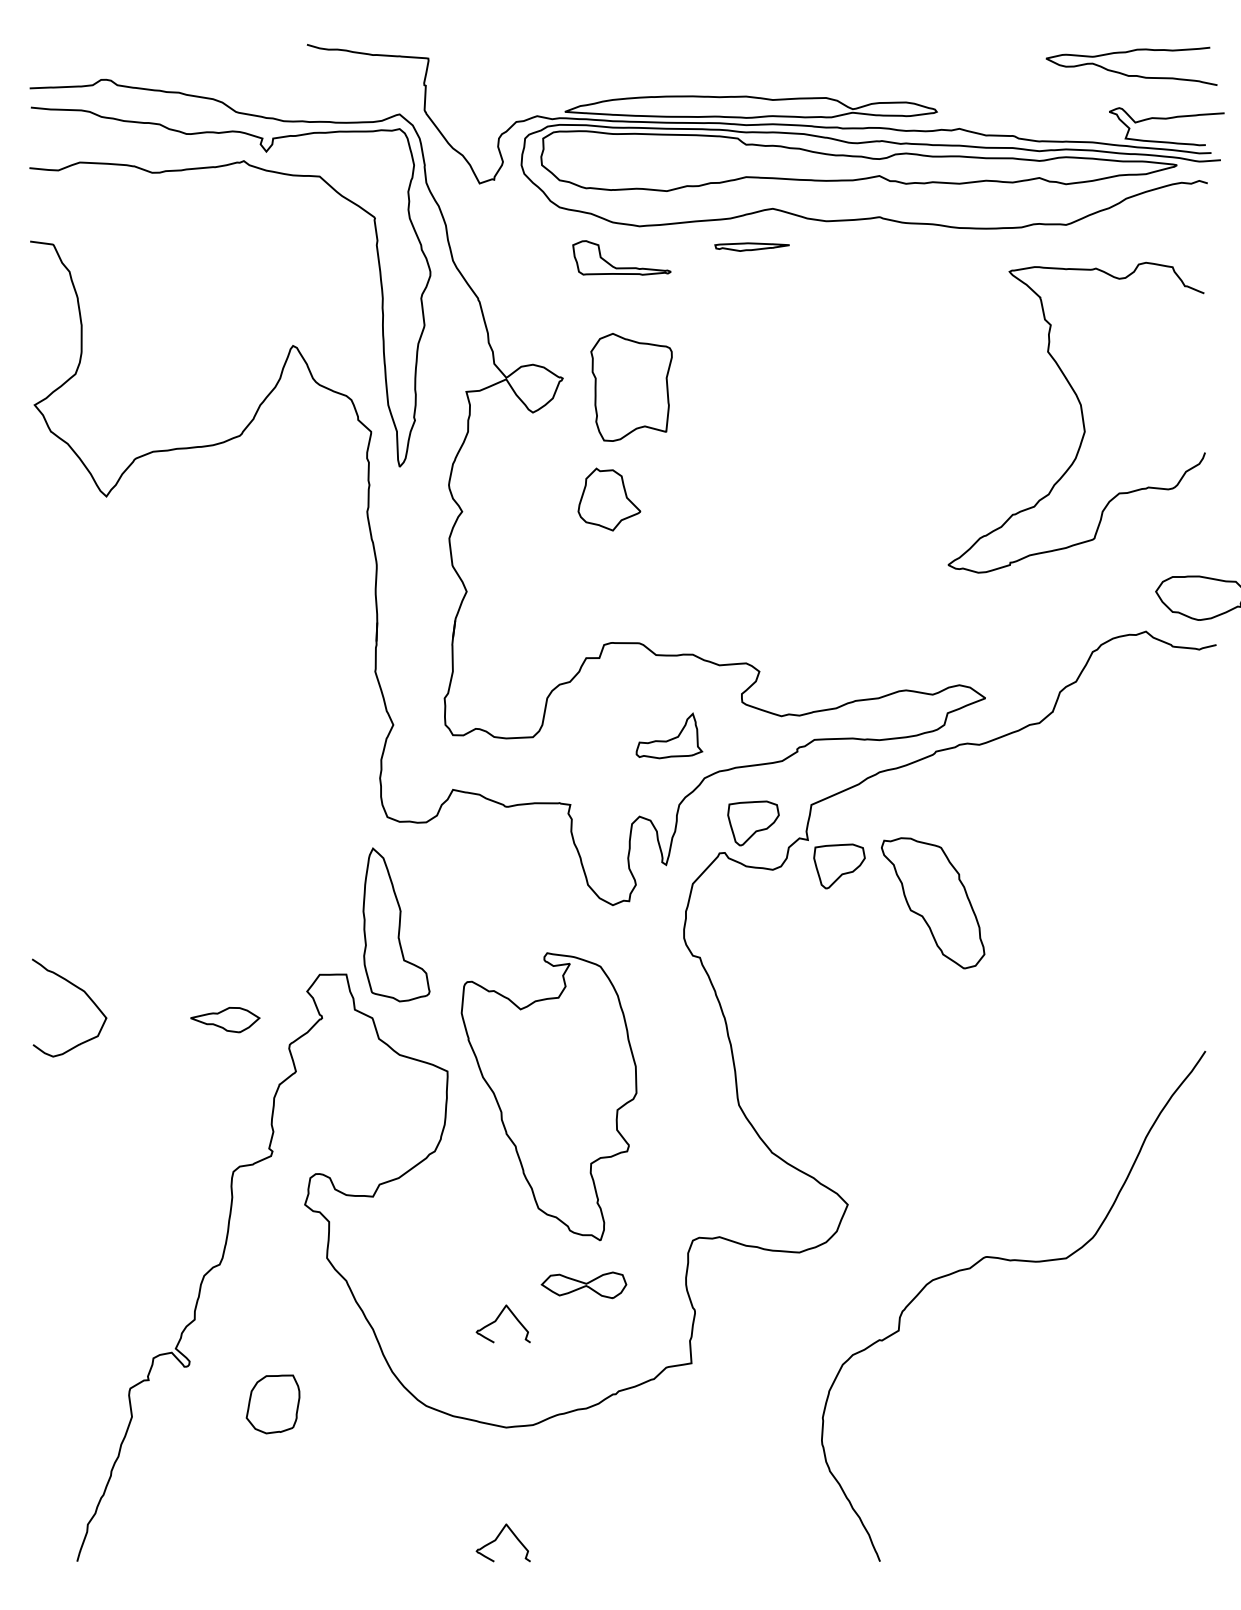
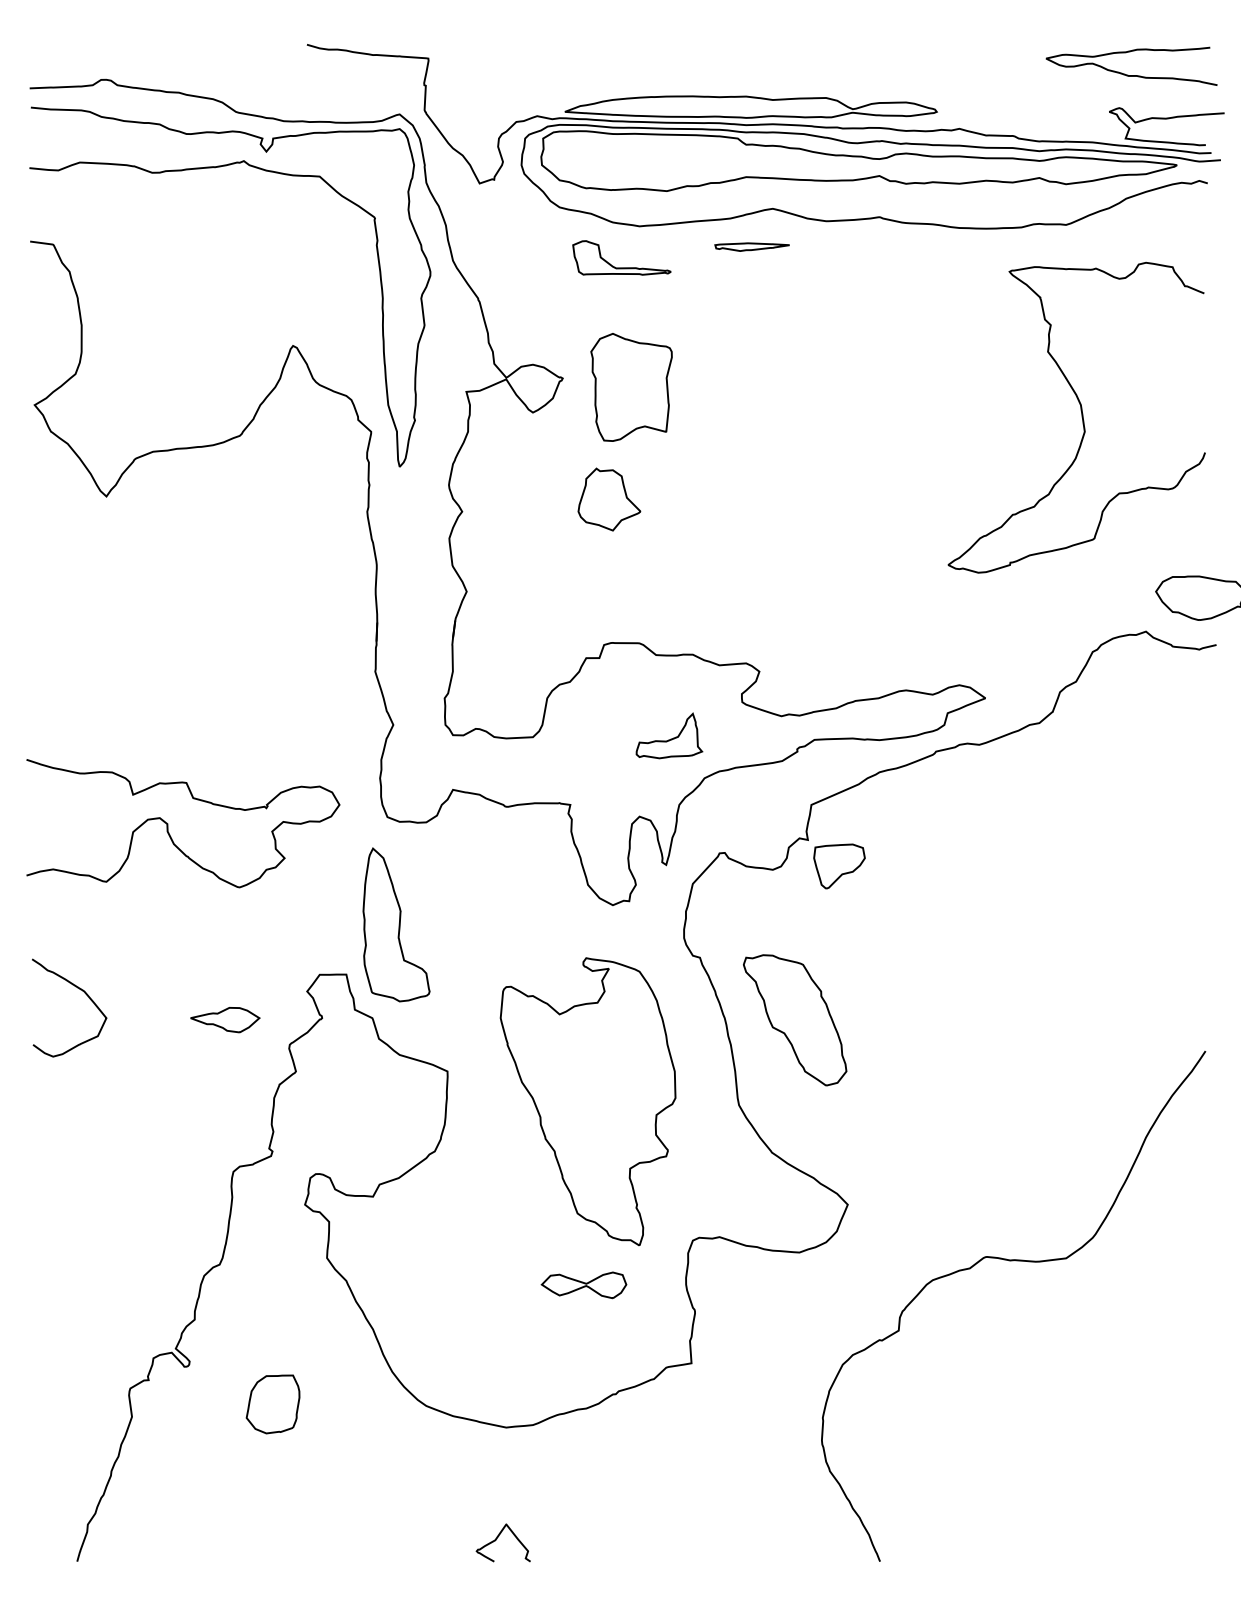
curve at (168, 823): none -> present
part at (753, 823): present -> none
part at (933, 903) position: (933, 903) -> (795, 1020)
part at (548, 1096) position: (548, 1096) -> (587, 1101)
curve at (496, 1321): present -> none
